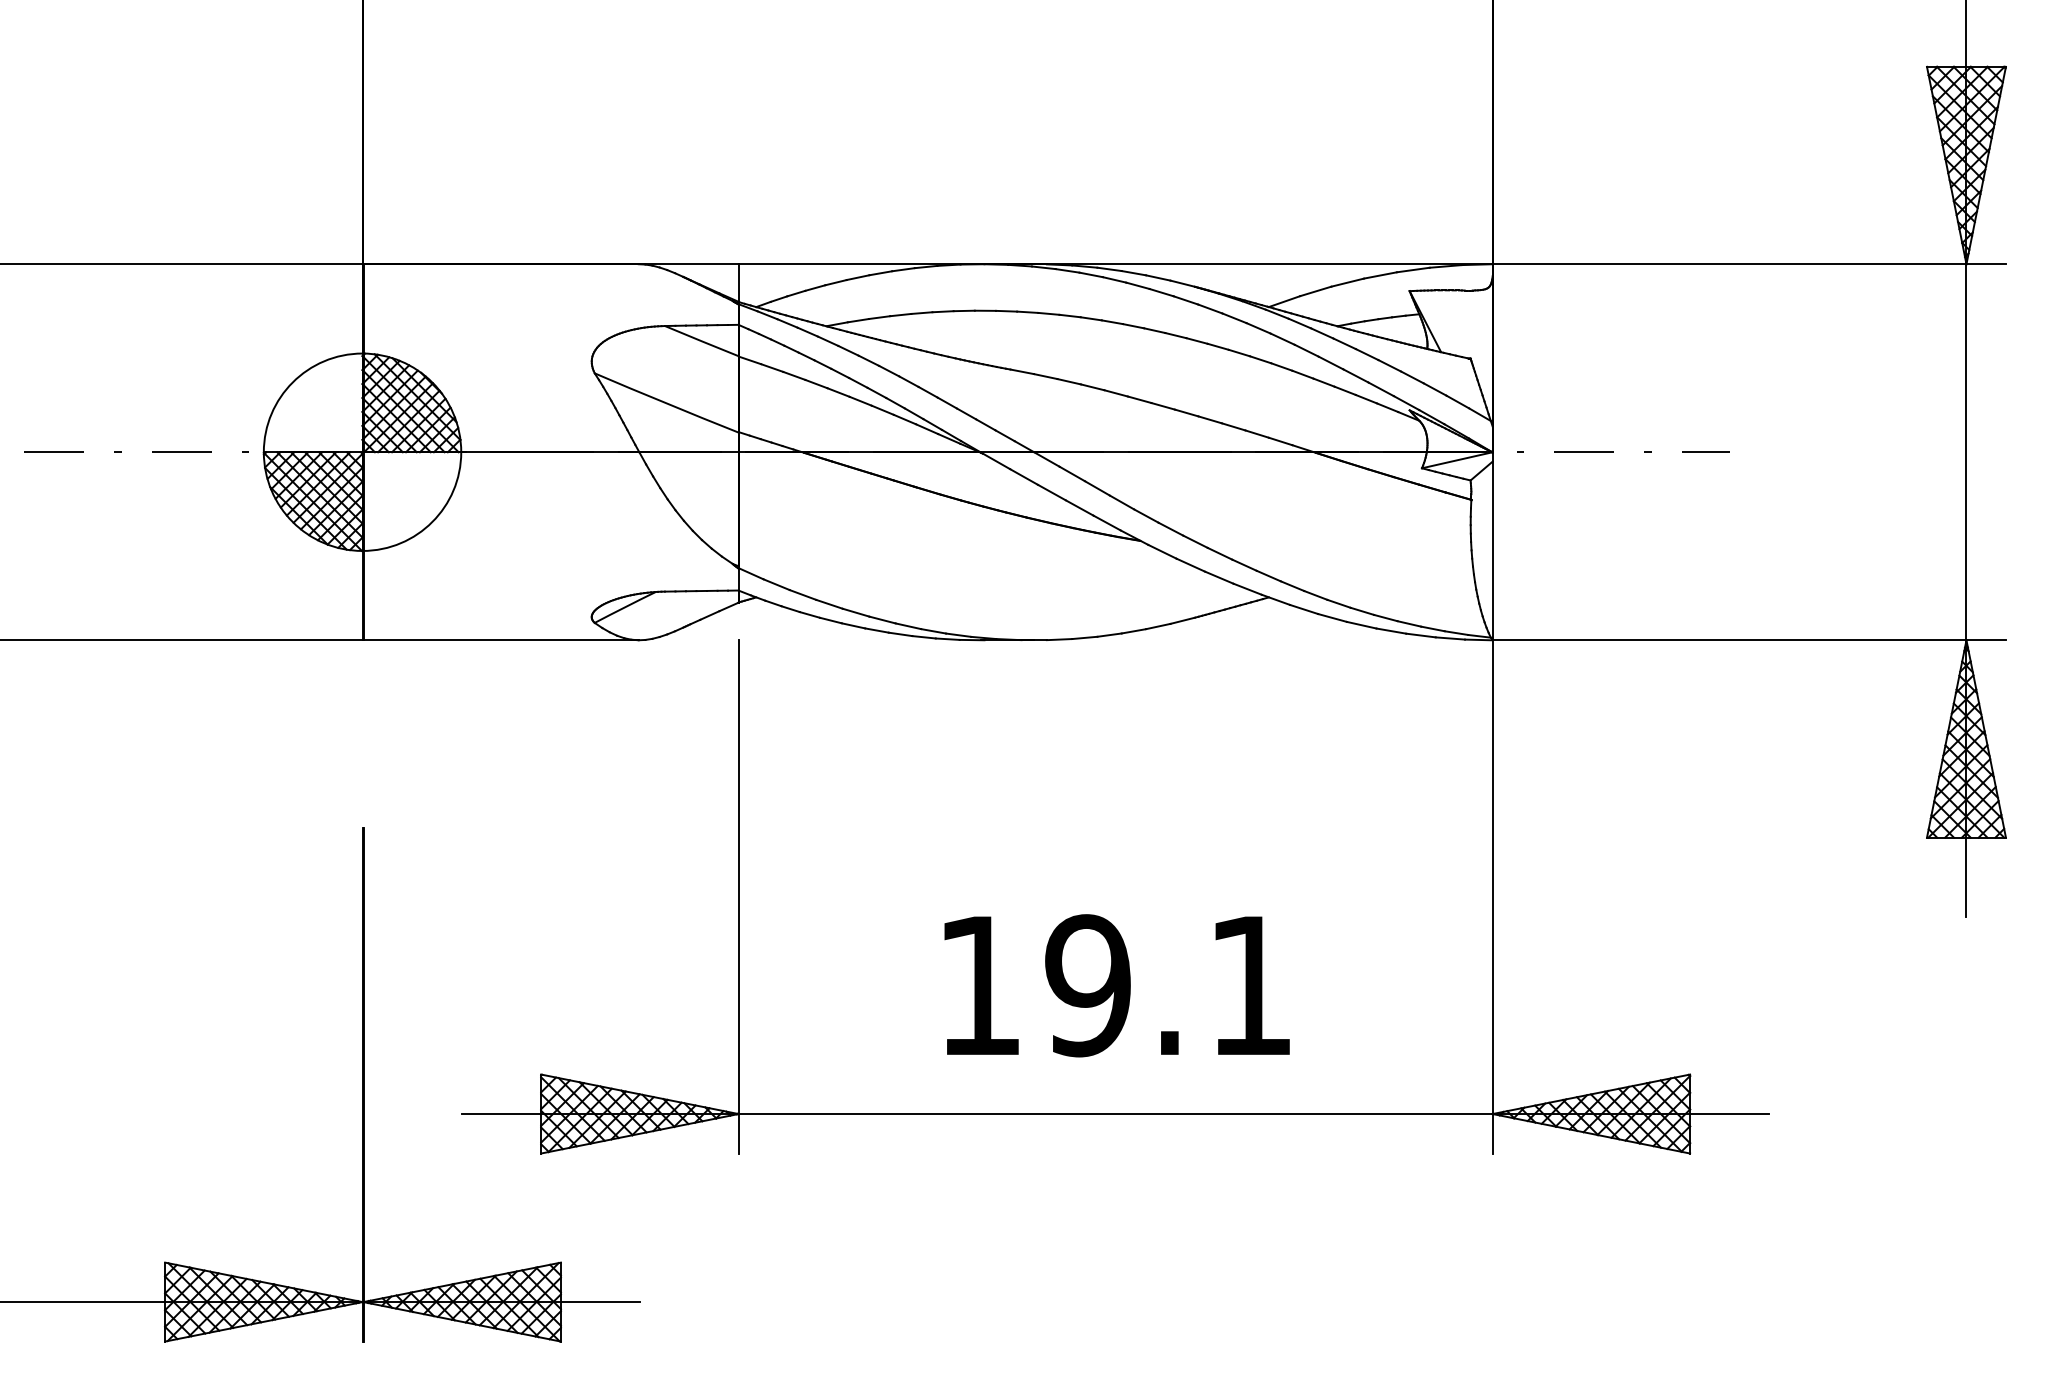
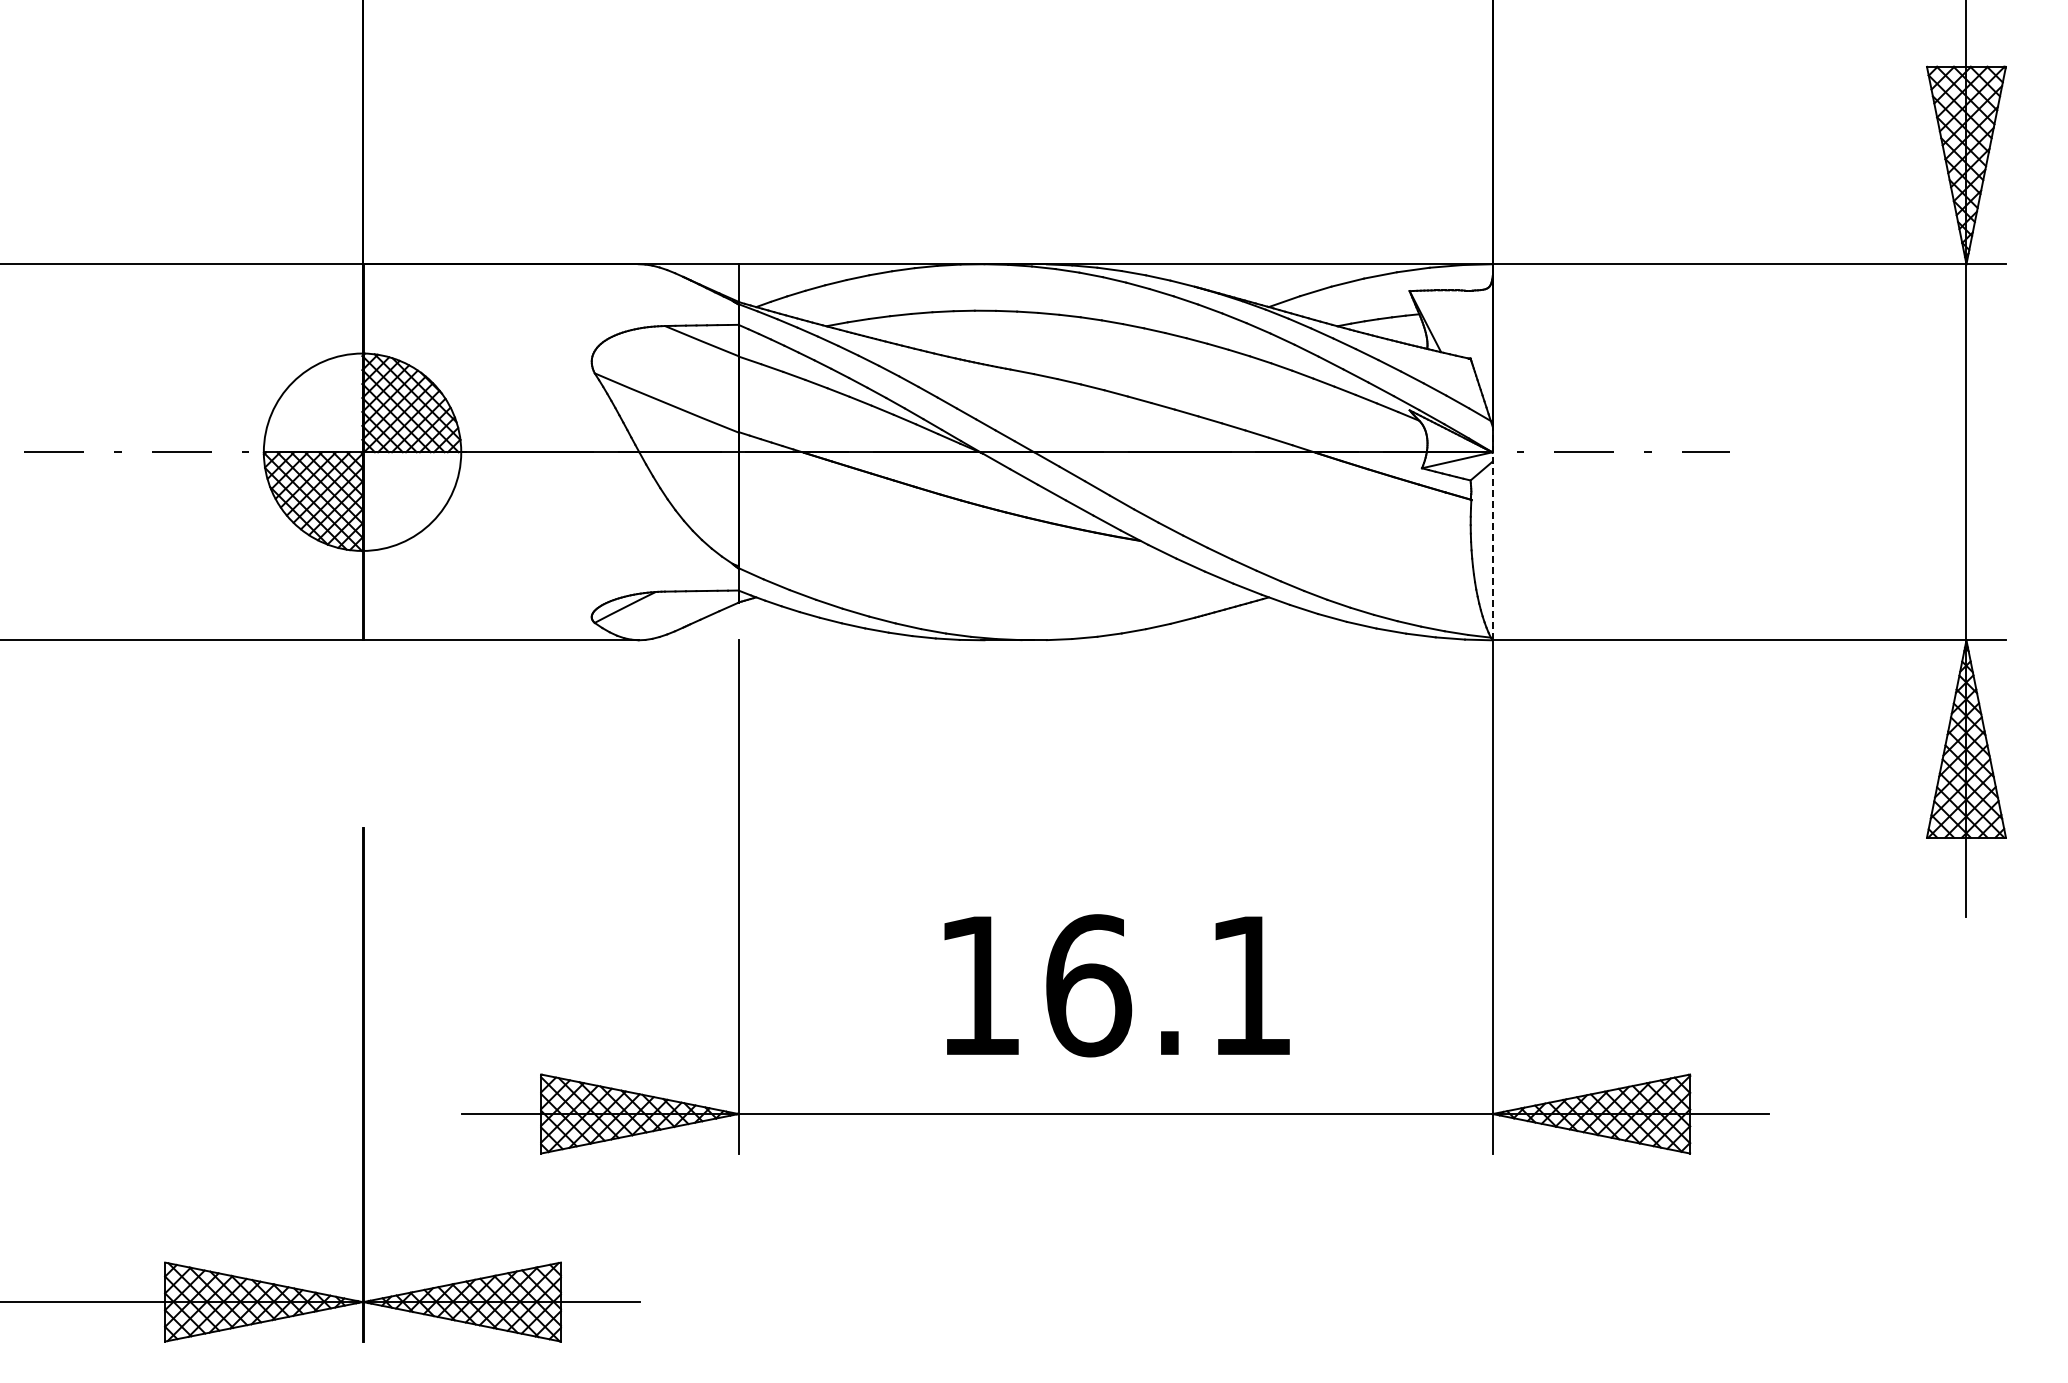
line at (1492, 533): solid -> dashed
text at (1088, 985): 19.1 -> 16.1
